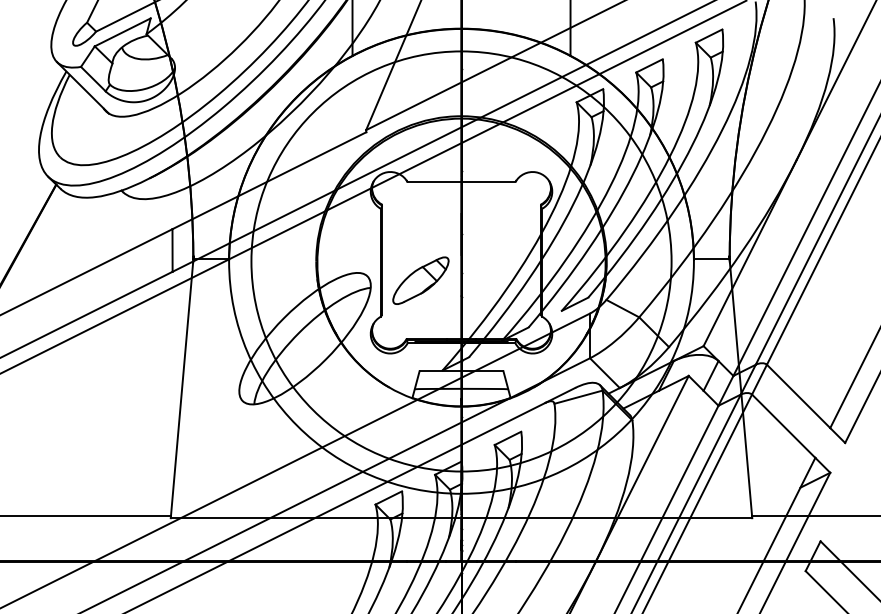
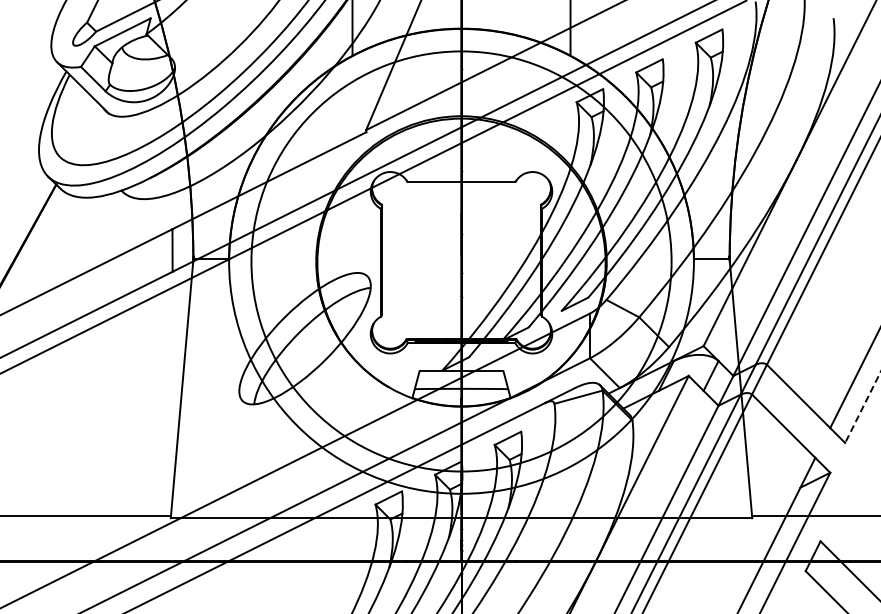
part at (420, 280): present -> none
line at (863, 407): solid -> dashed
